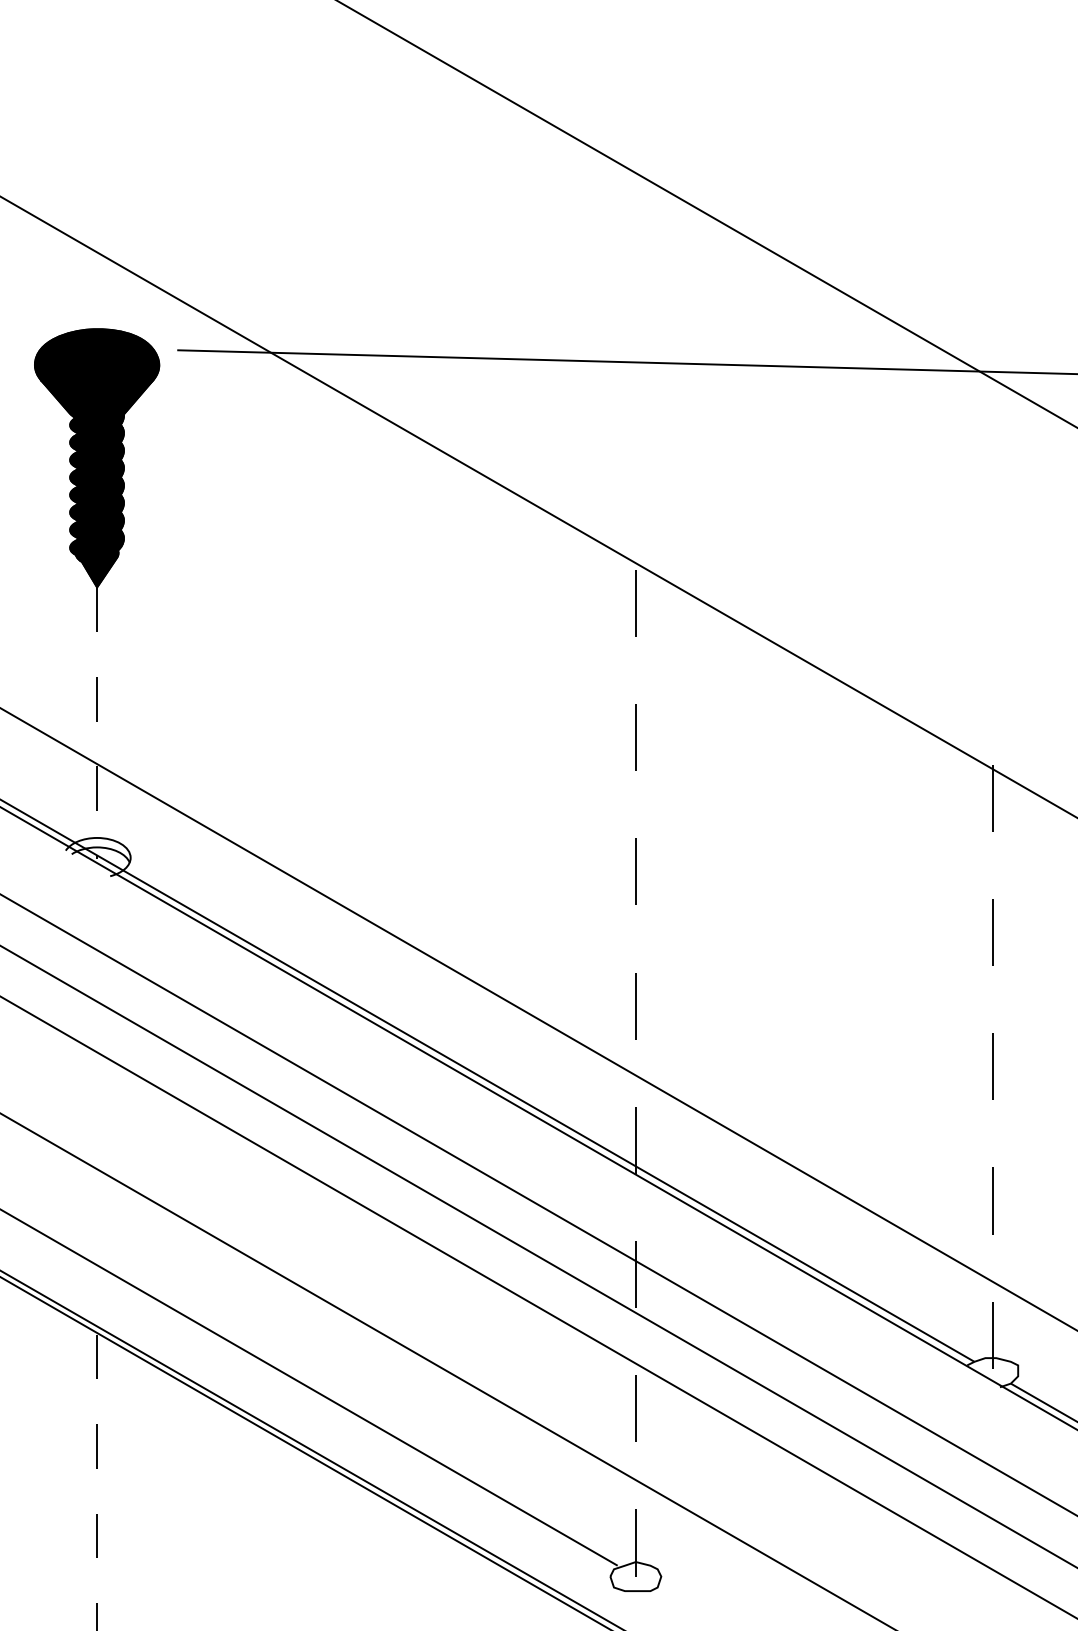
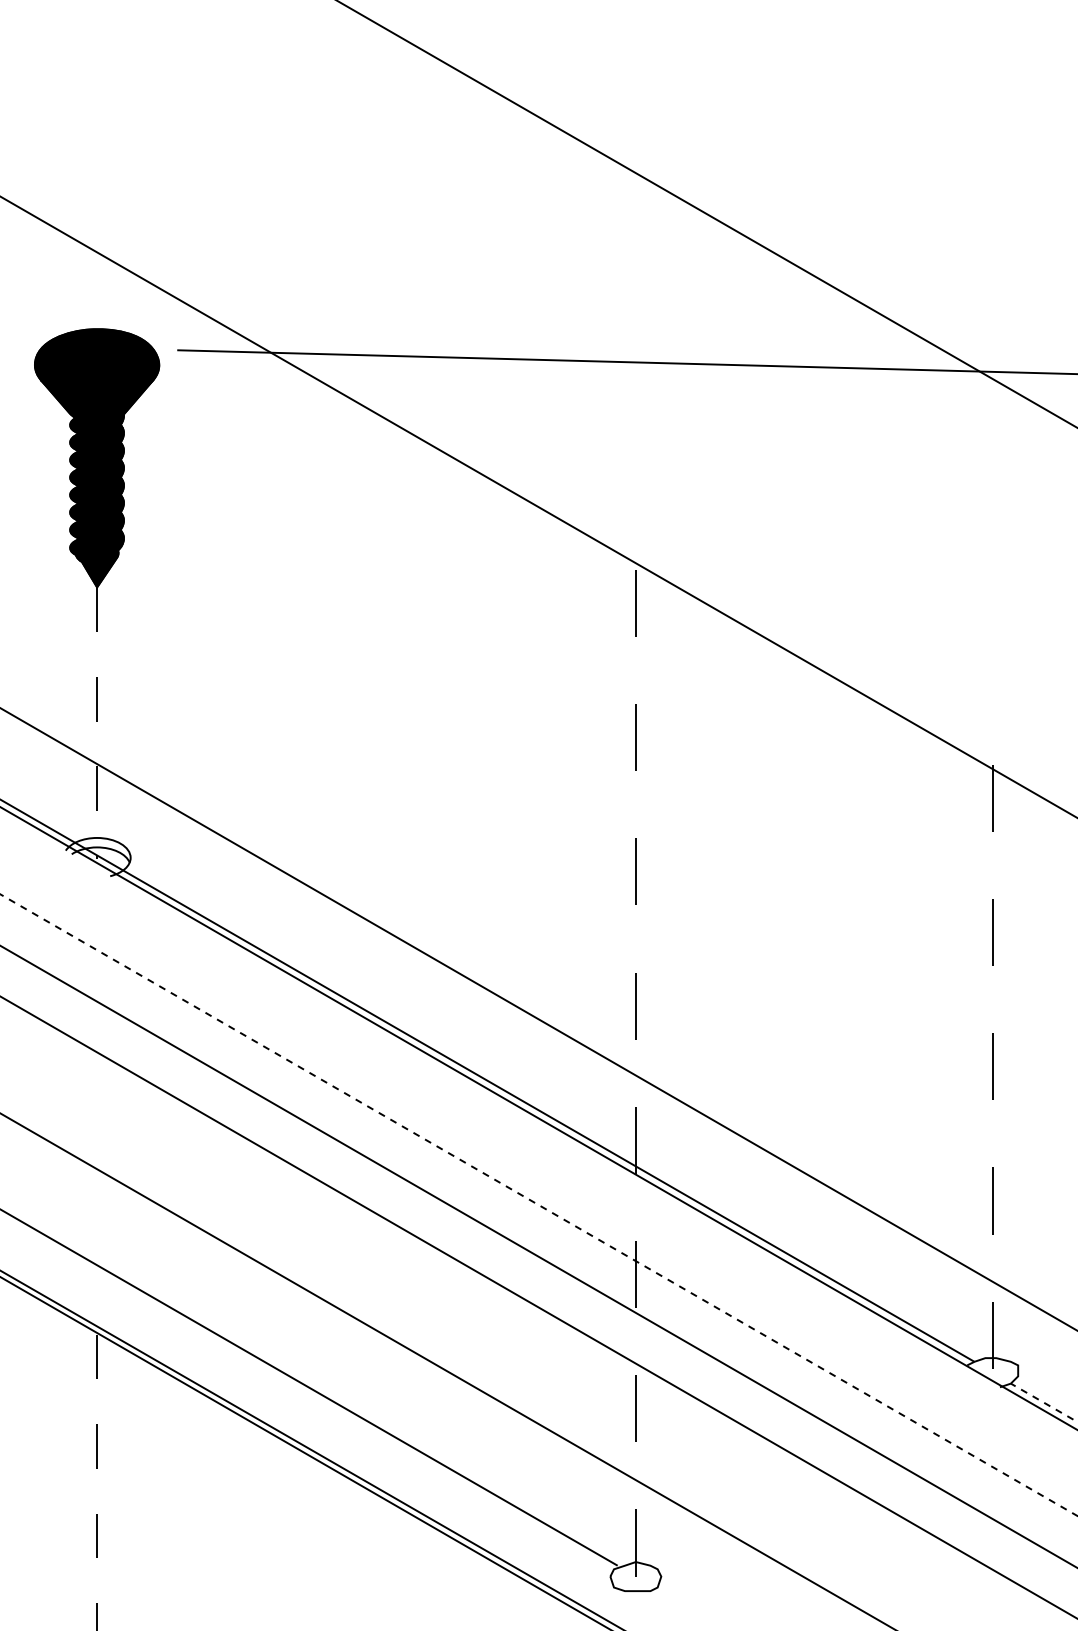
line at (539, 1205): solid -> dashed
line at (1043, 1402): solid -> dashed
